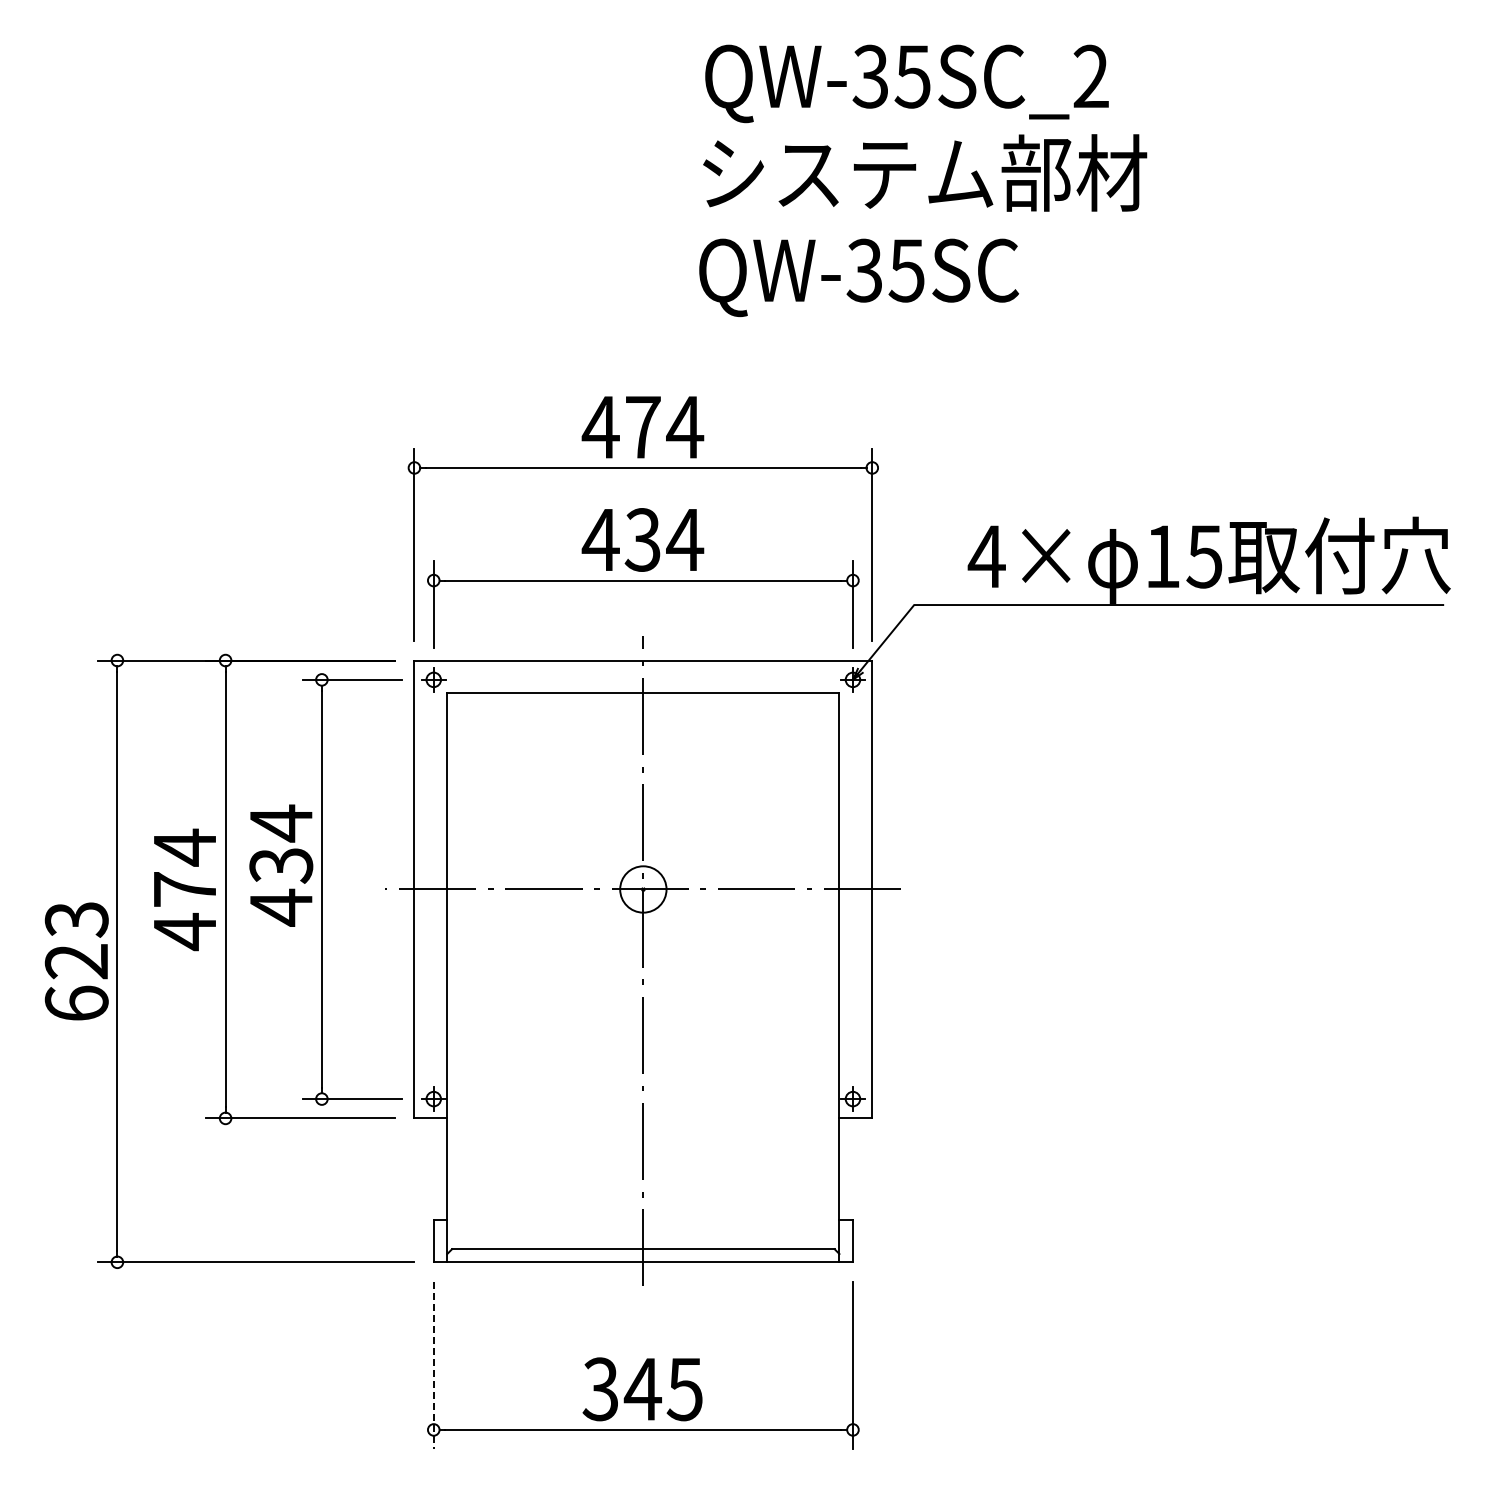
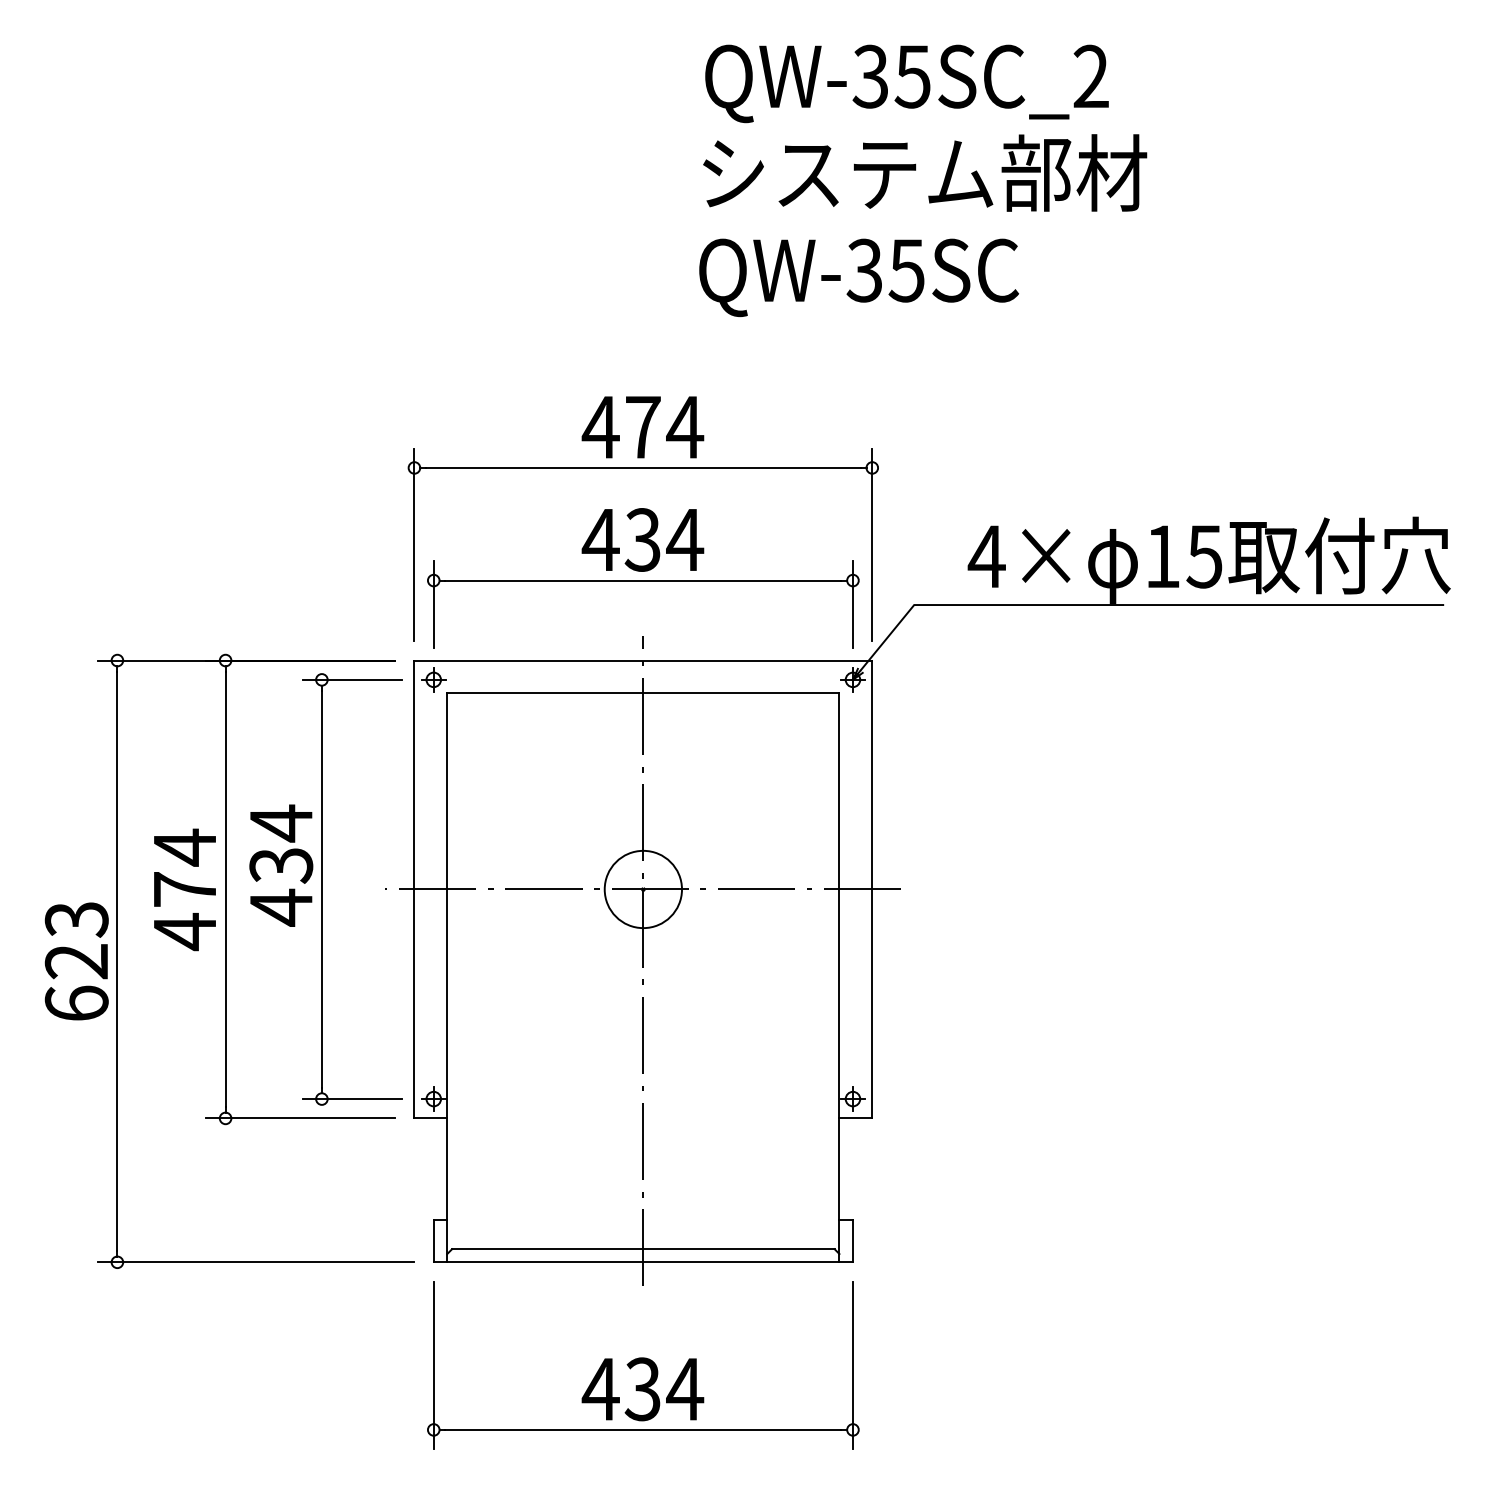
circle at (643, 889) diameter: 46 px -> 77 px
line at (433, 1365): dashed -> solid
text at (642, 1389): 345 -> 434
